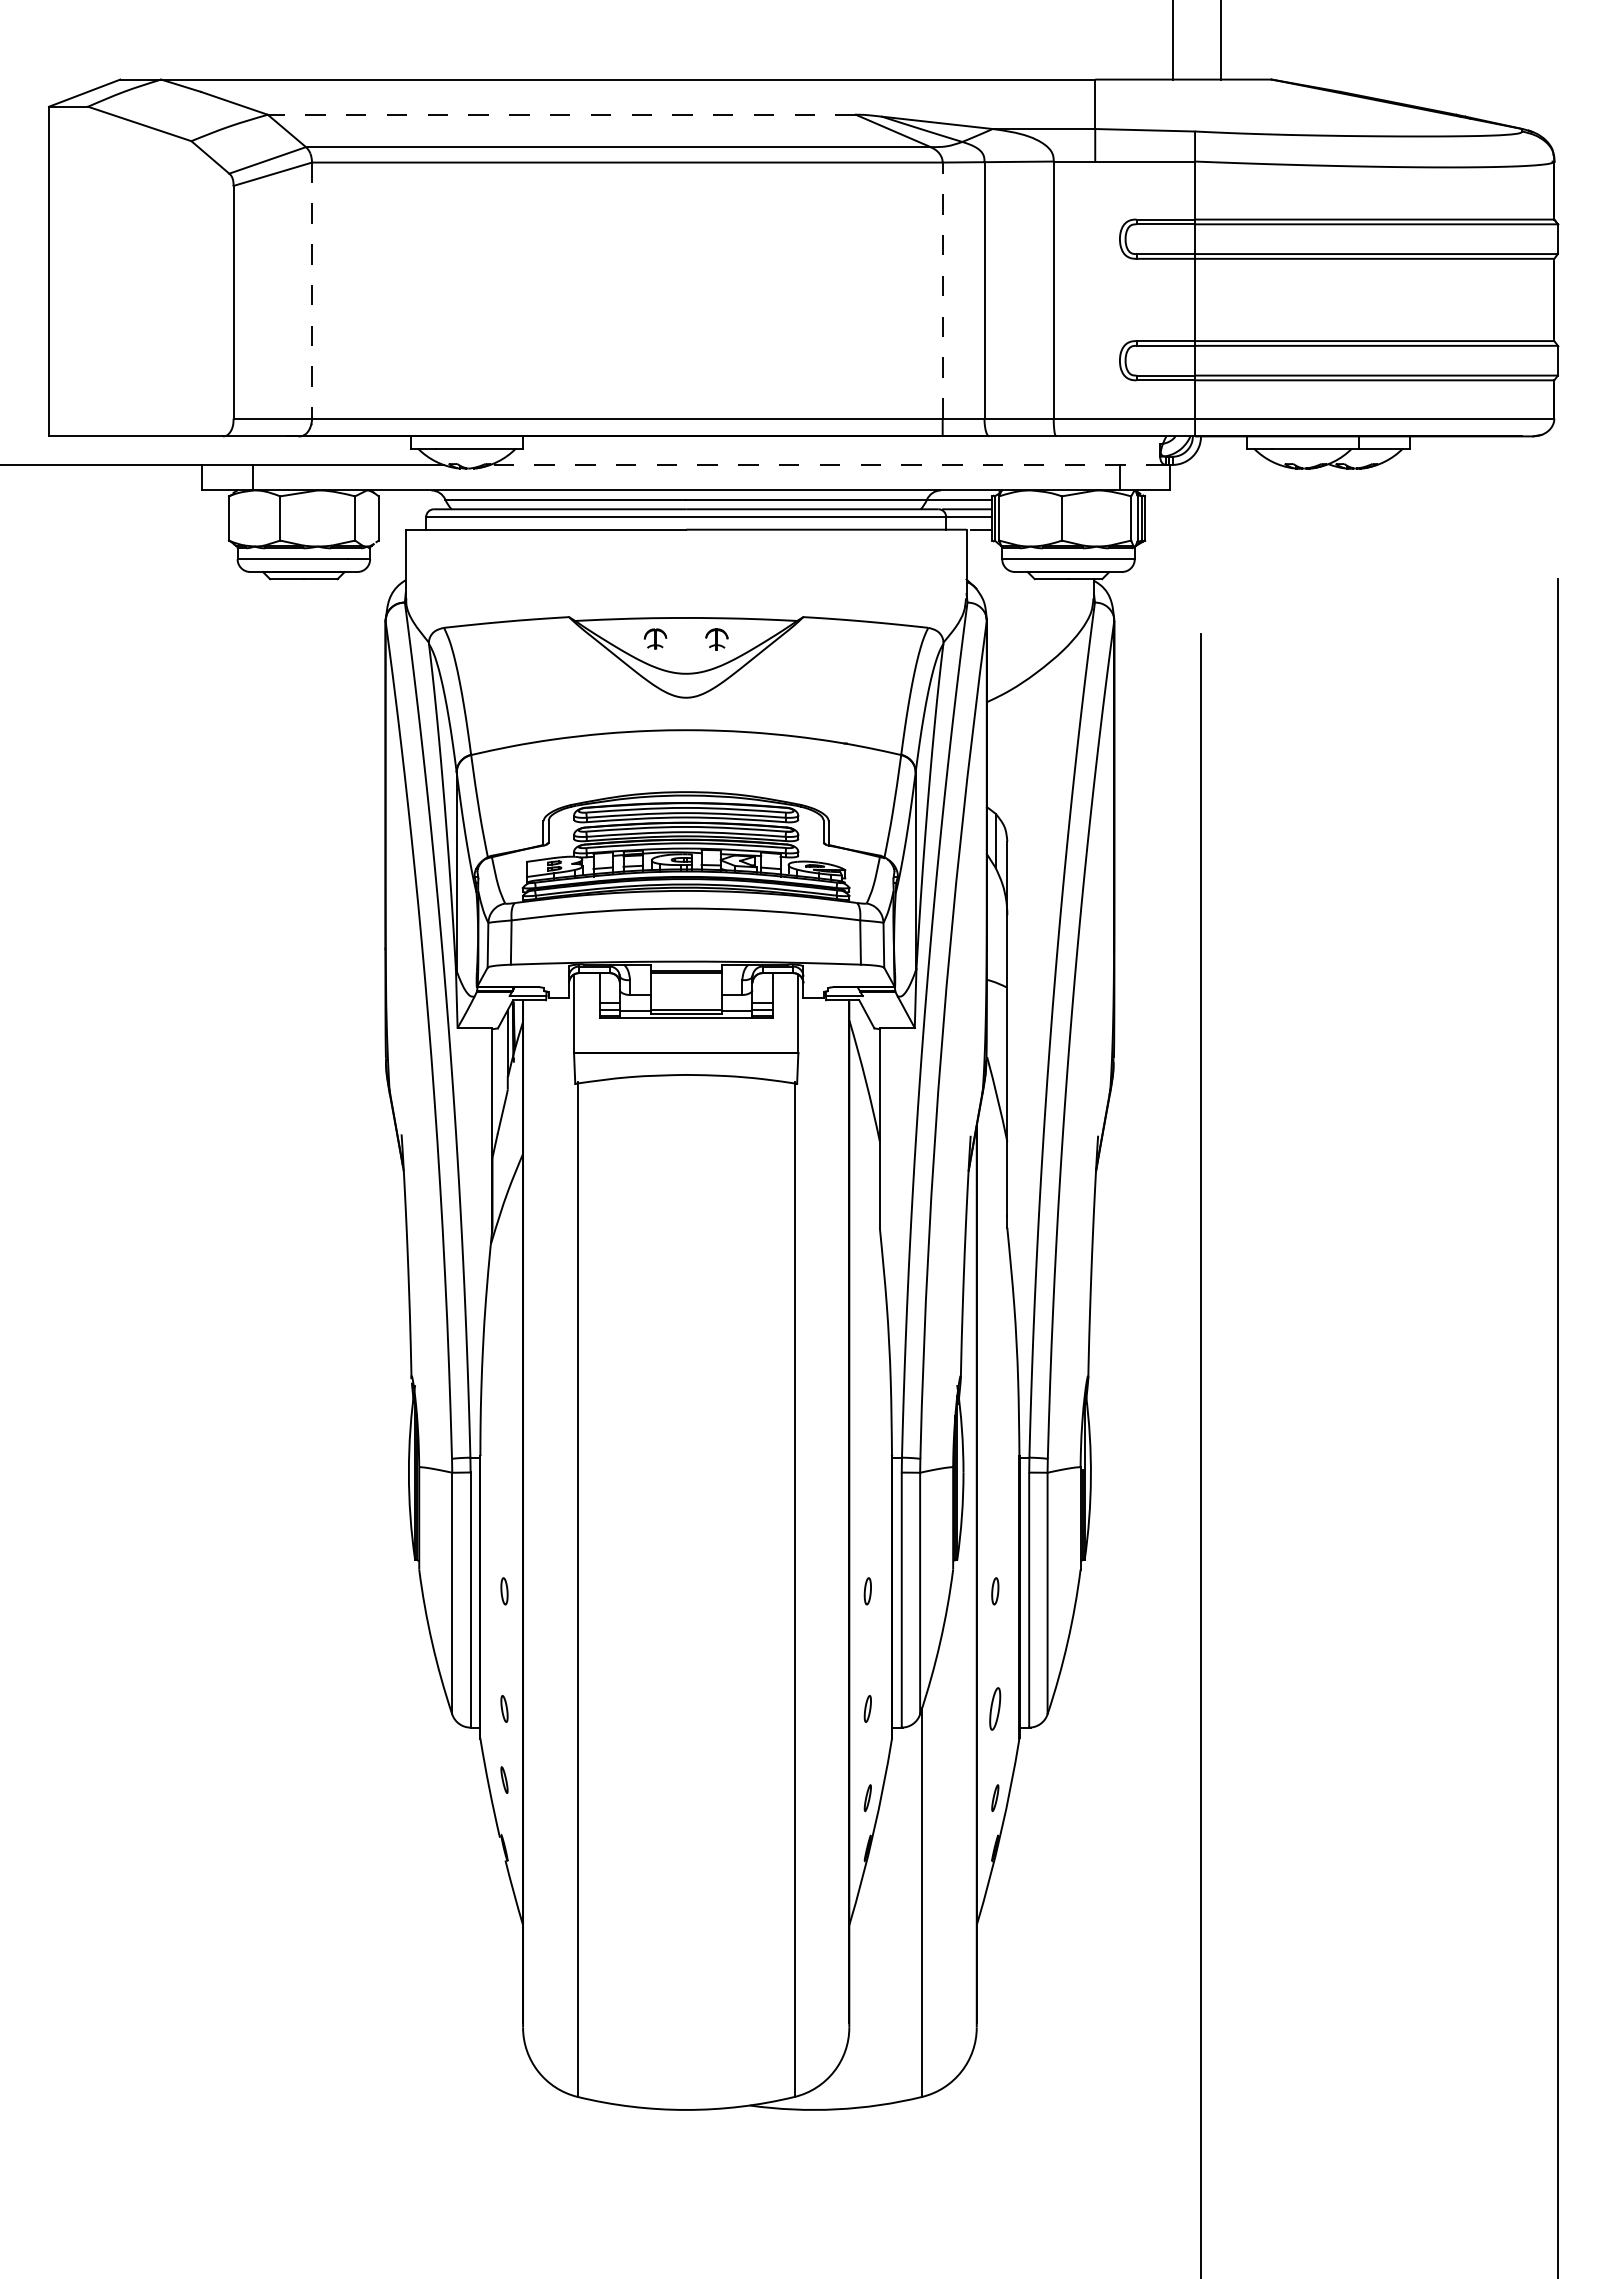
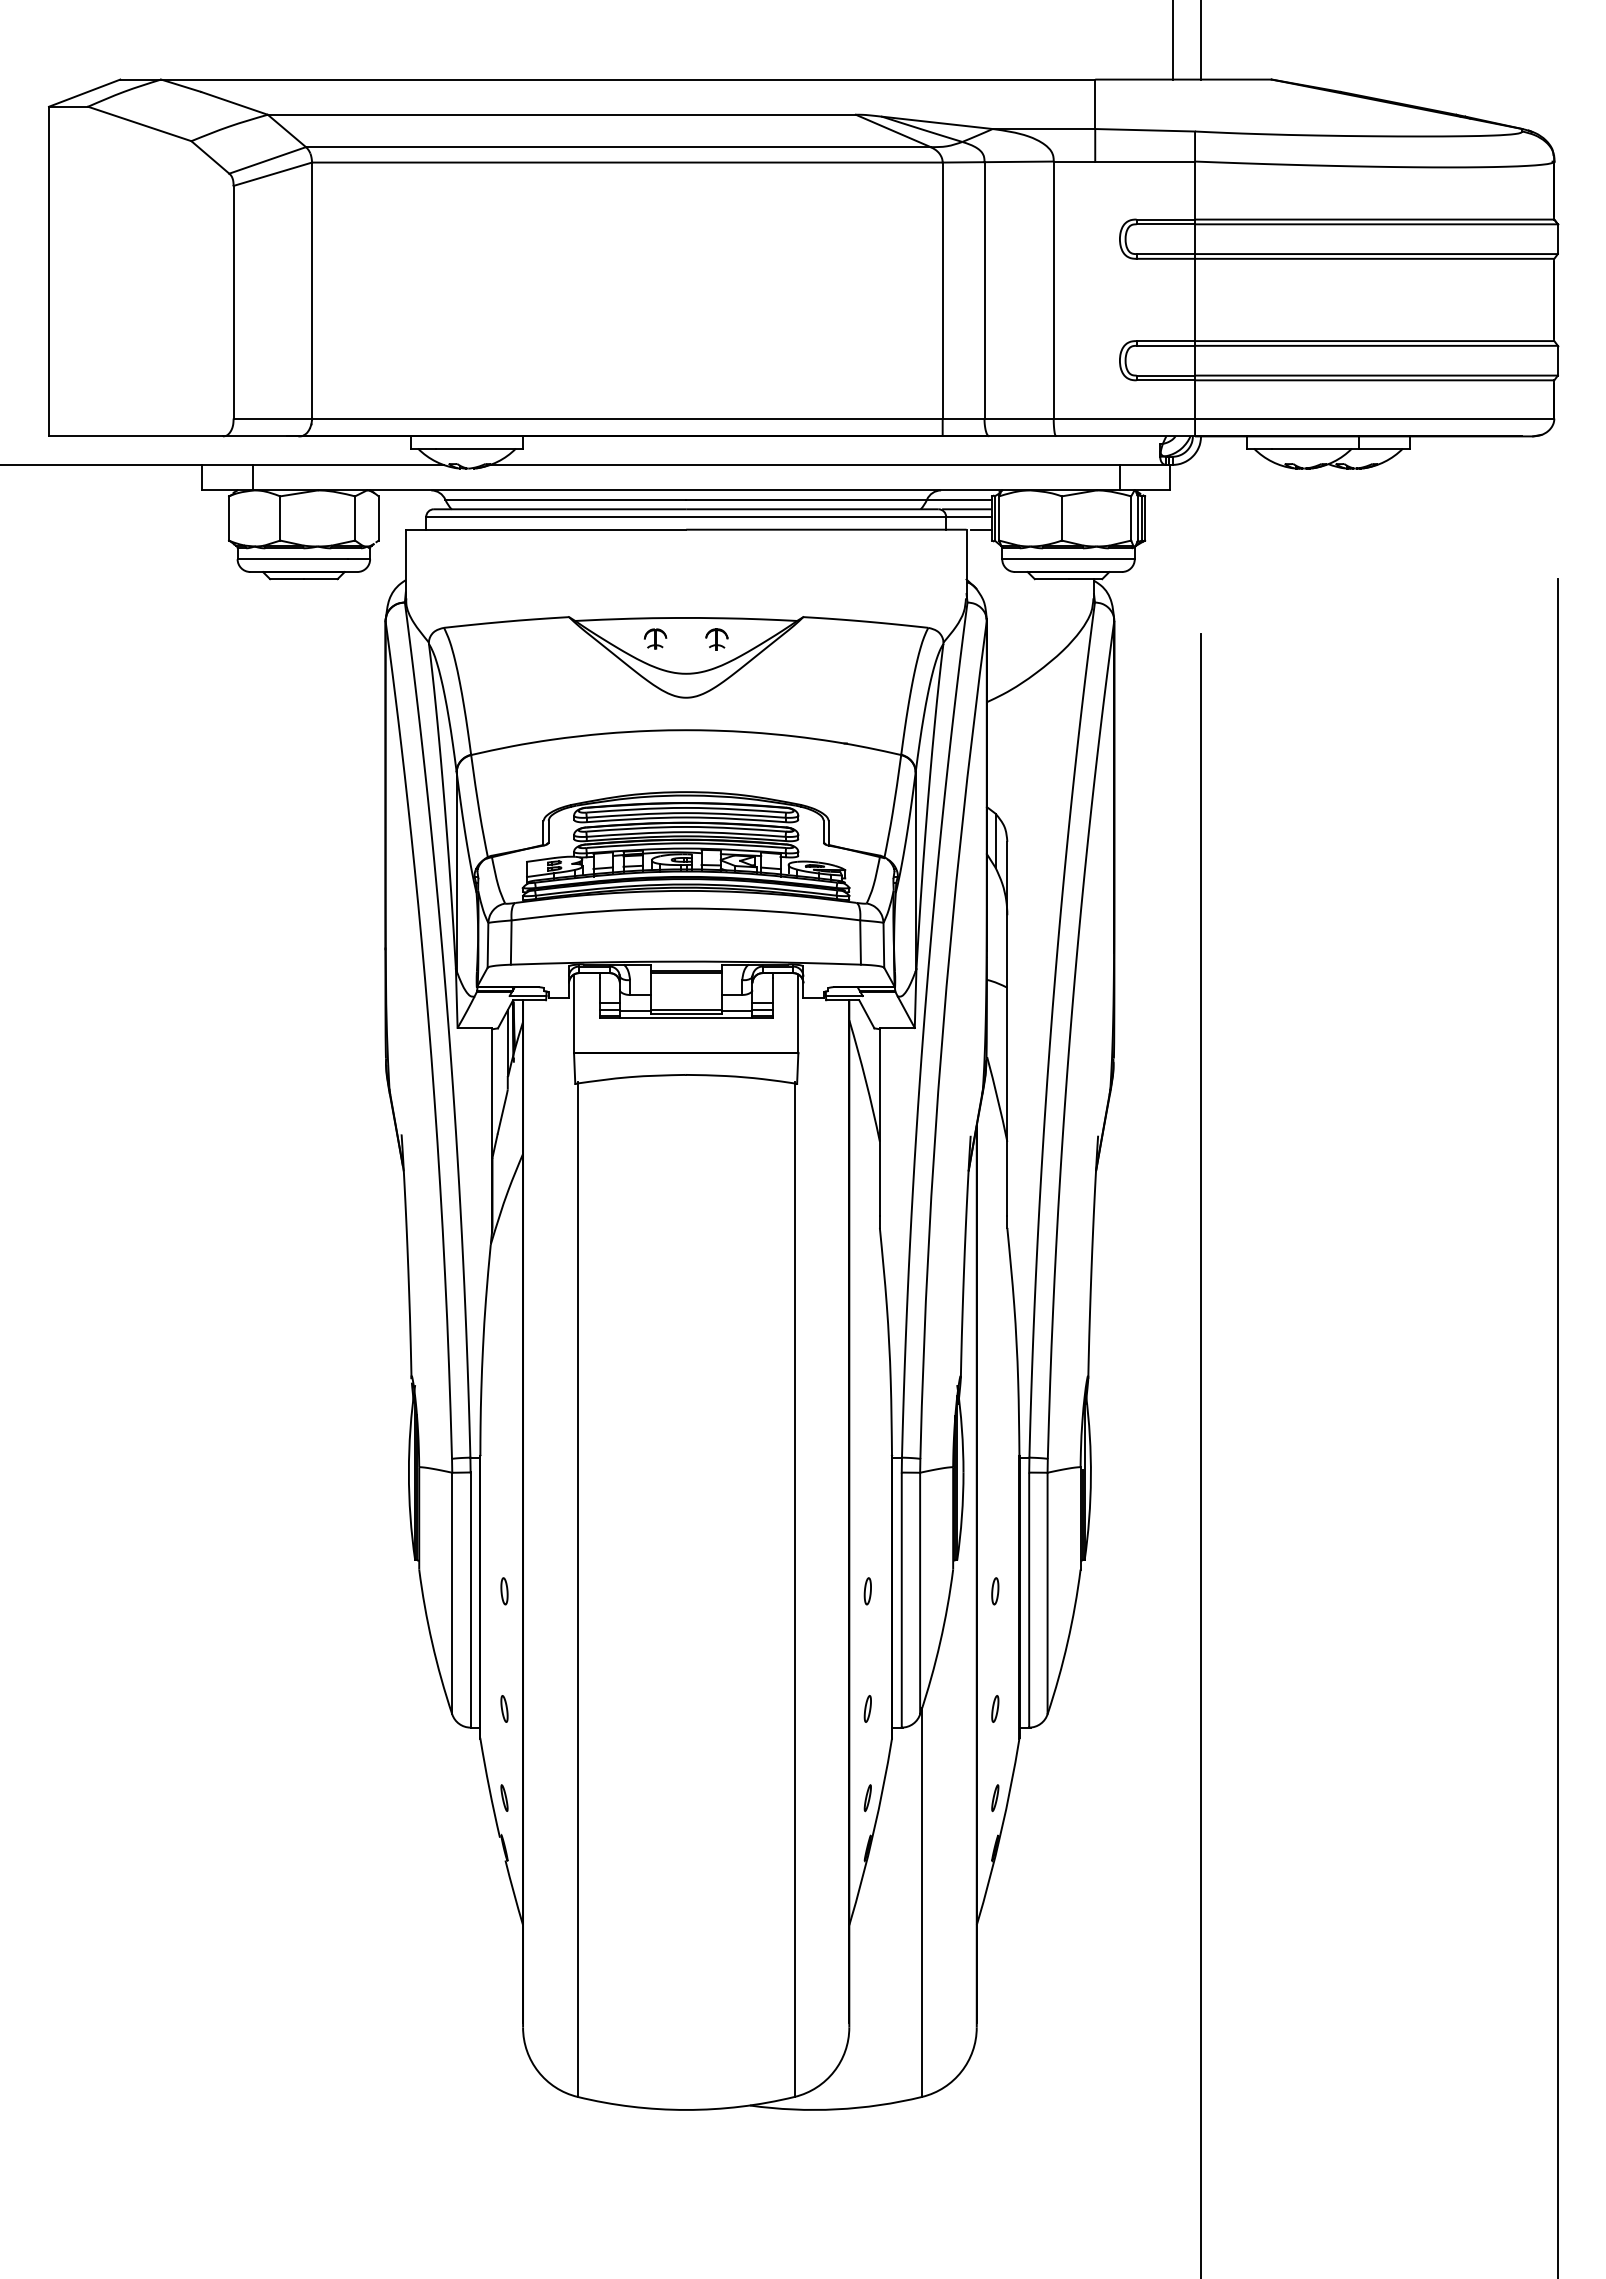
line at (1221, 40) position: (1221, 40) -> (1201, 40)
line at (561, 114): dashed -> solid
line at (942, 290): dashed -> solid
line at (312, 291): dashed -> solid
line at (827, 464): dashed -> solid
part at (995, 1708) size: 13x44 px -> 9x28 px
part at (504, 1779) position: (504, 1779) -> (504, 1797)
